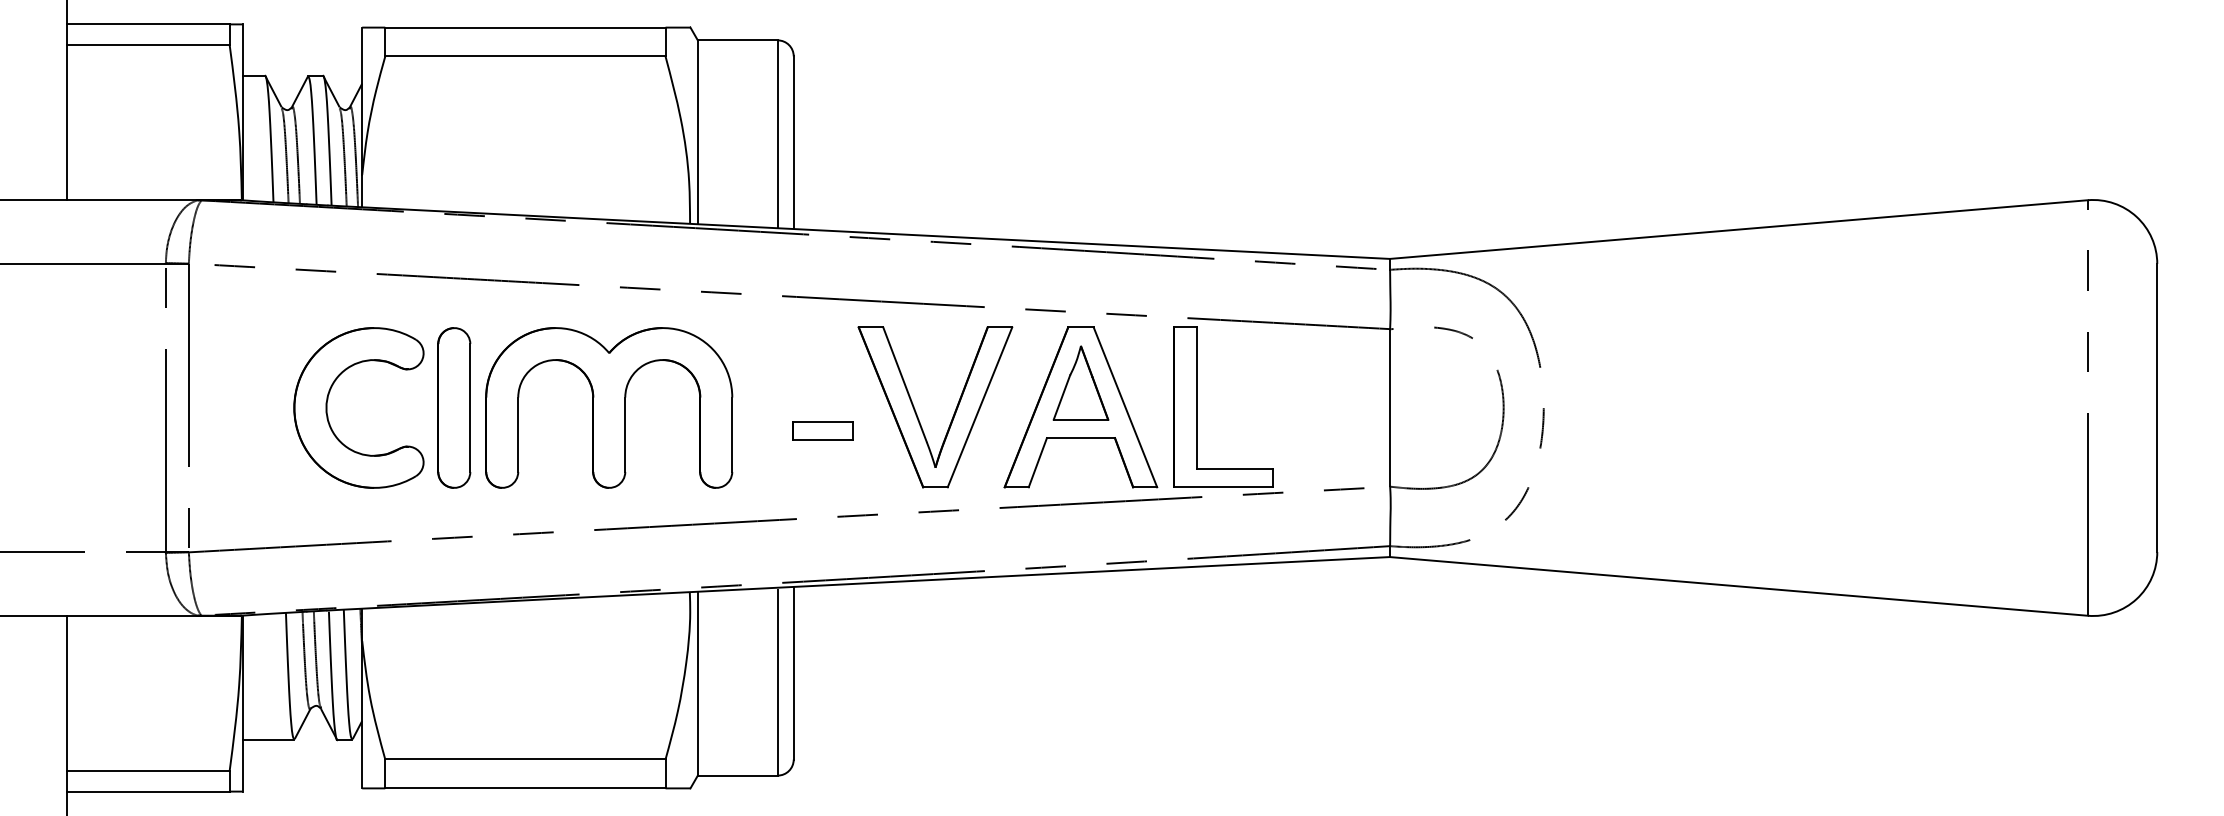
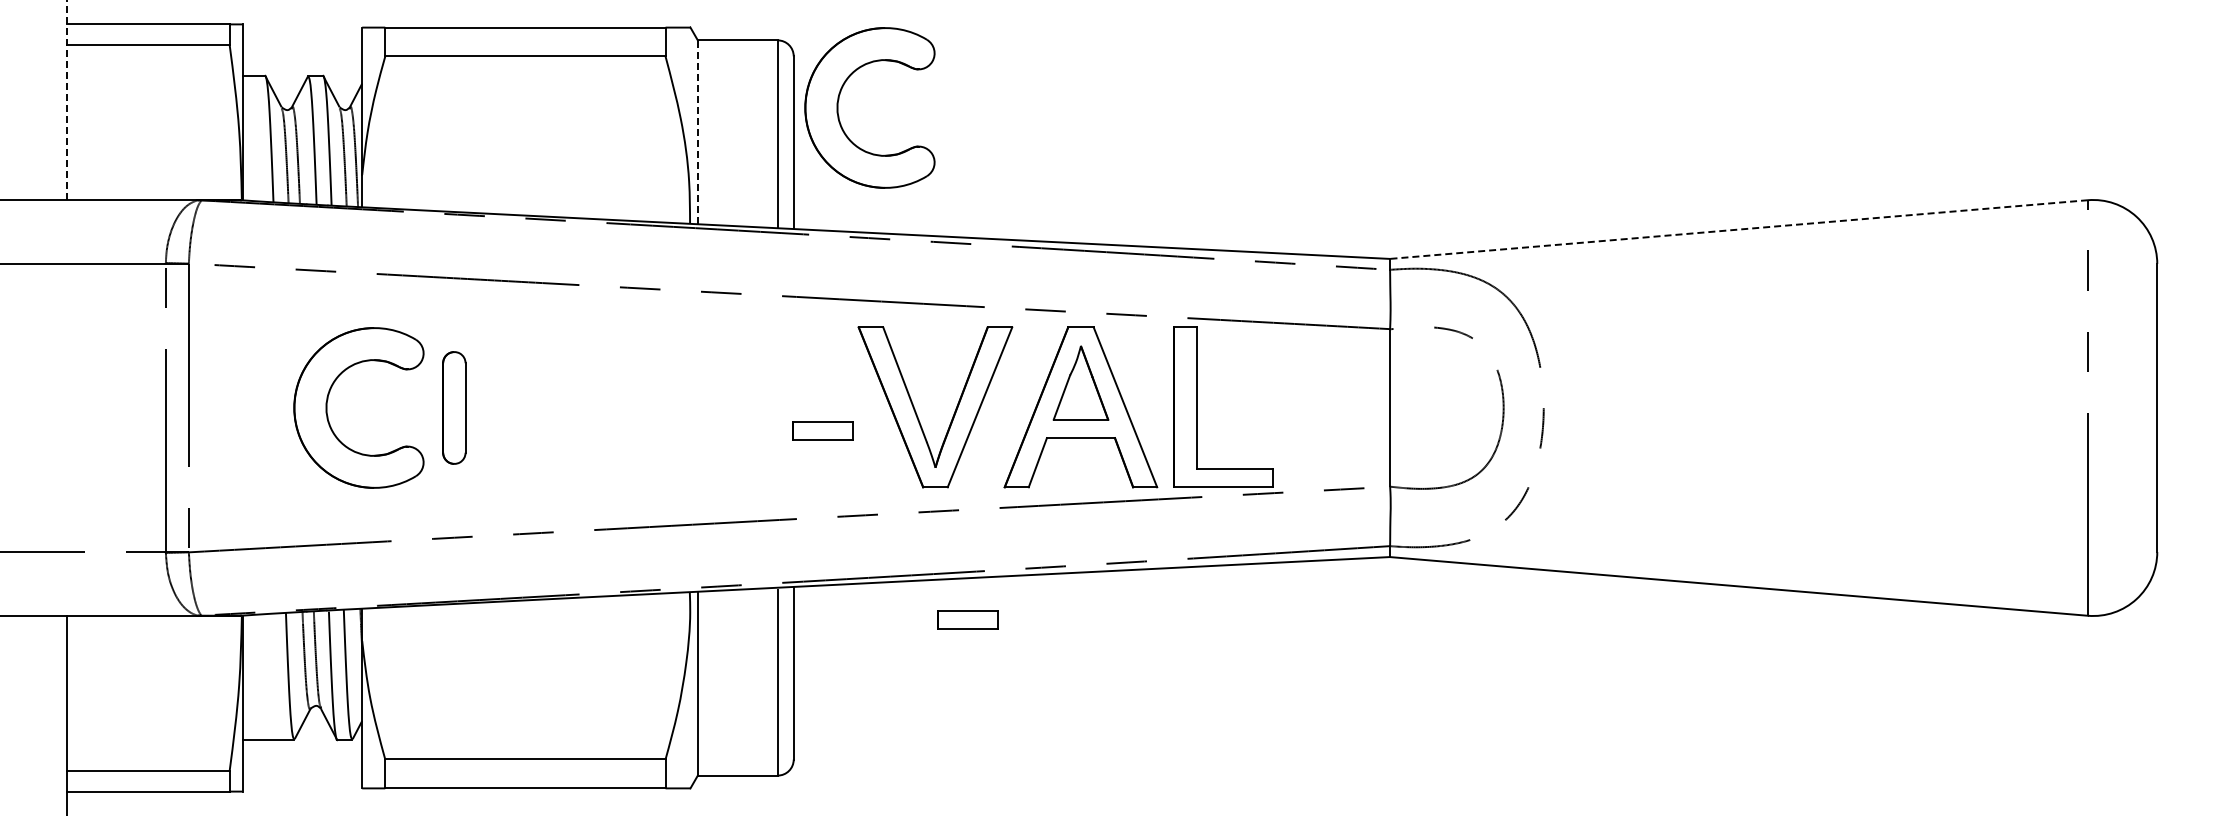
line at (66, 100): solid -> dashed
part at (838, 107): none -> present
line at (697, 132): solid -> dashed
line at (1738, 229): solid -> dashed
part at (454, 407) size: 35x162 px -> 25x114 px
part at (609, 407): present -> none
part at (967, 619): none -> present
